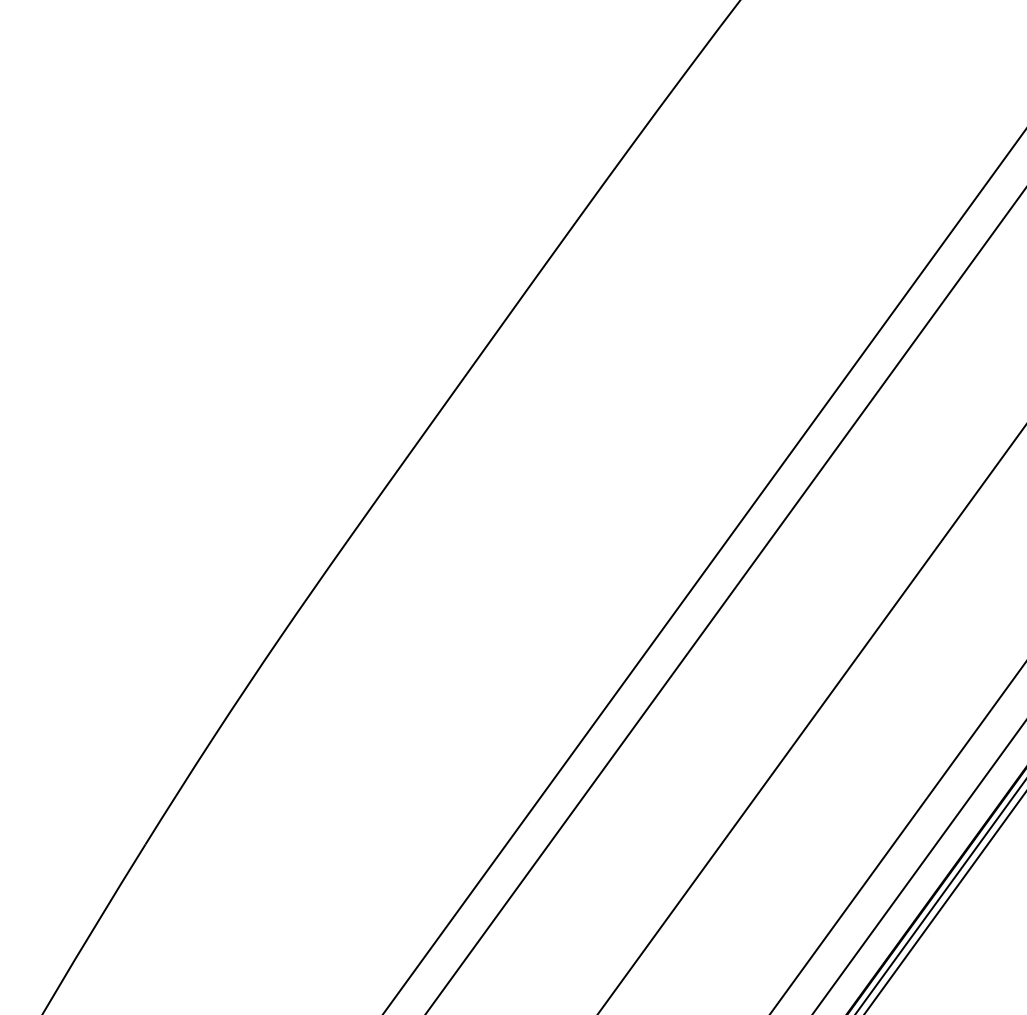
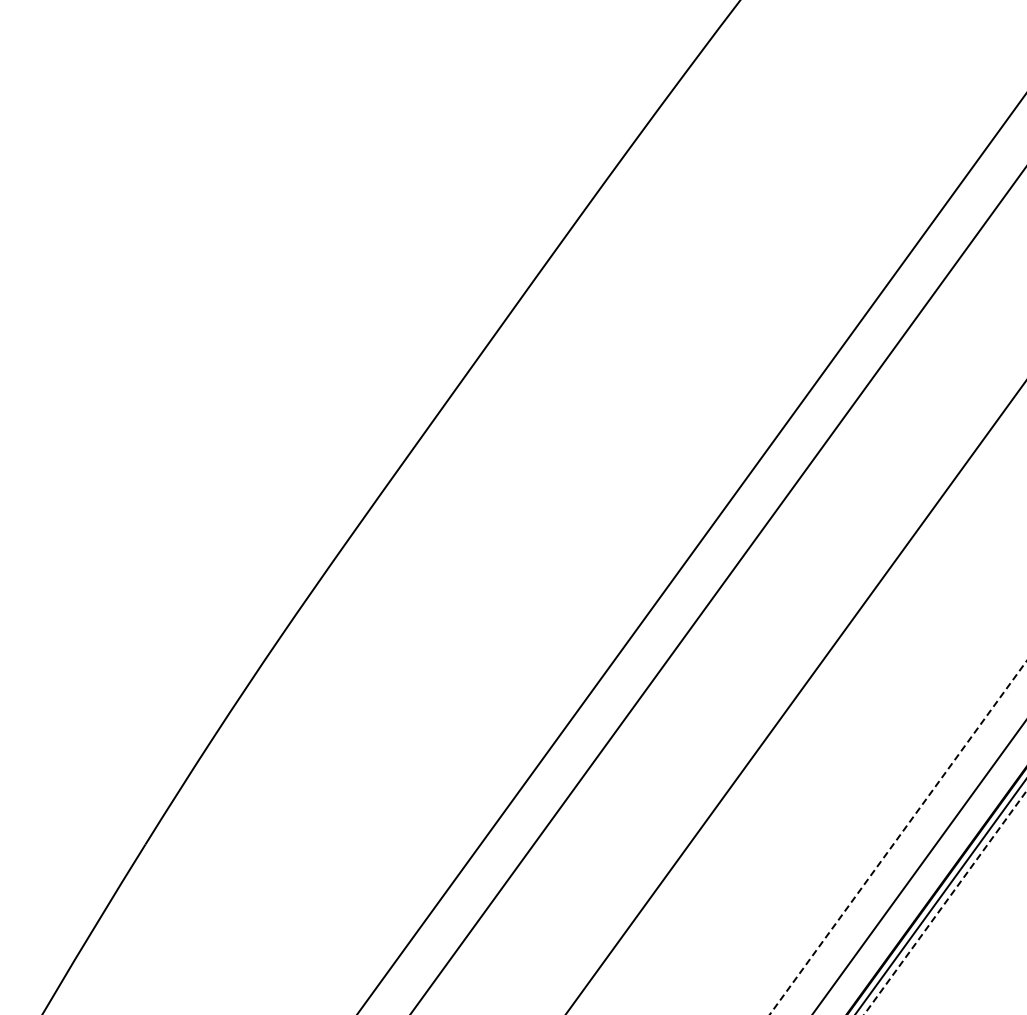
line at (703, 571) position: (703, 571) -> (691, 553)
line at (725, 601) position: (725, 601) -> (717, 590)
line at (811, 719) position: (811, 719) -> (795, 697)
line at (898, 838): solid -> dashed
line at (945, 902): solid -> dashed
